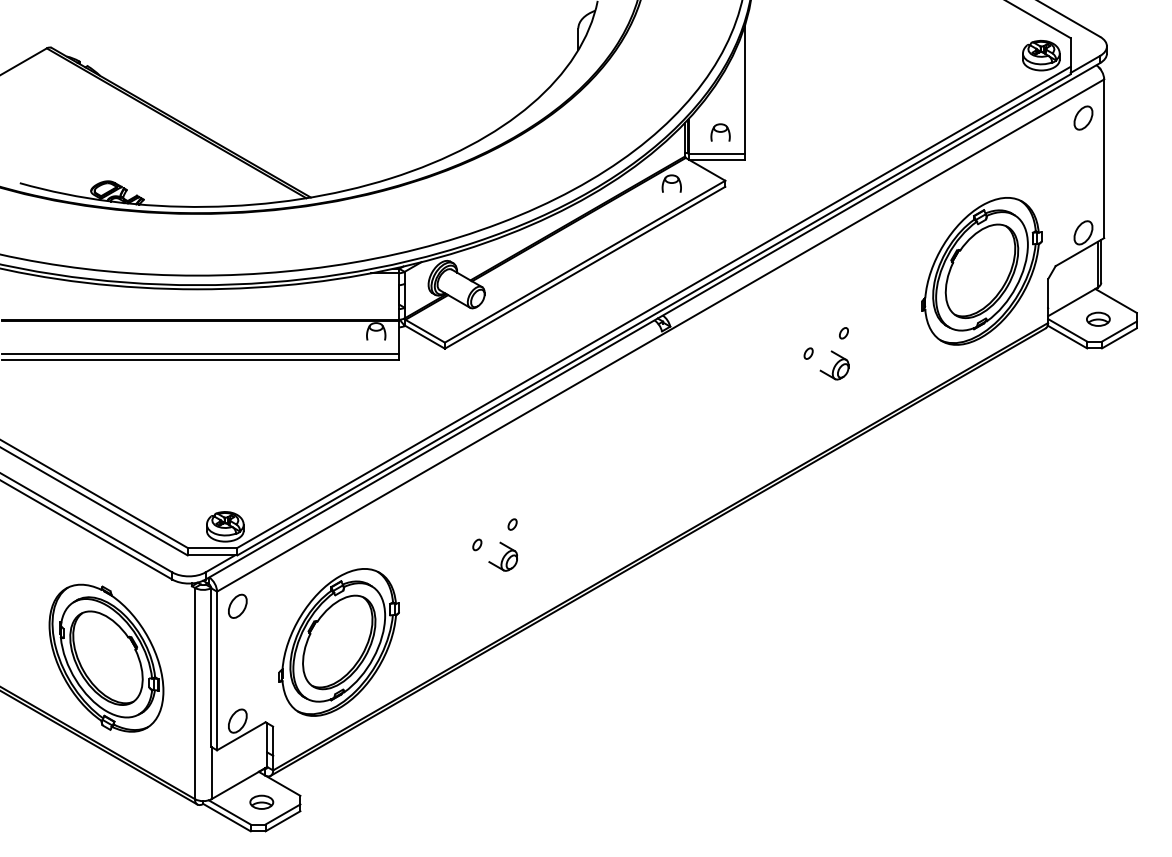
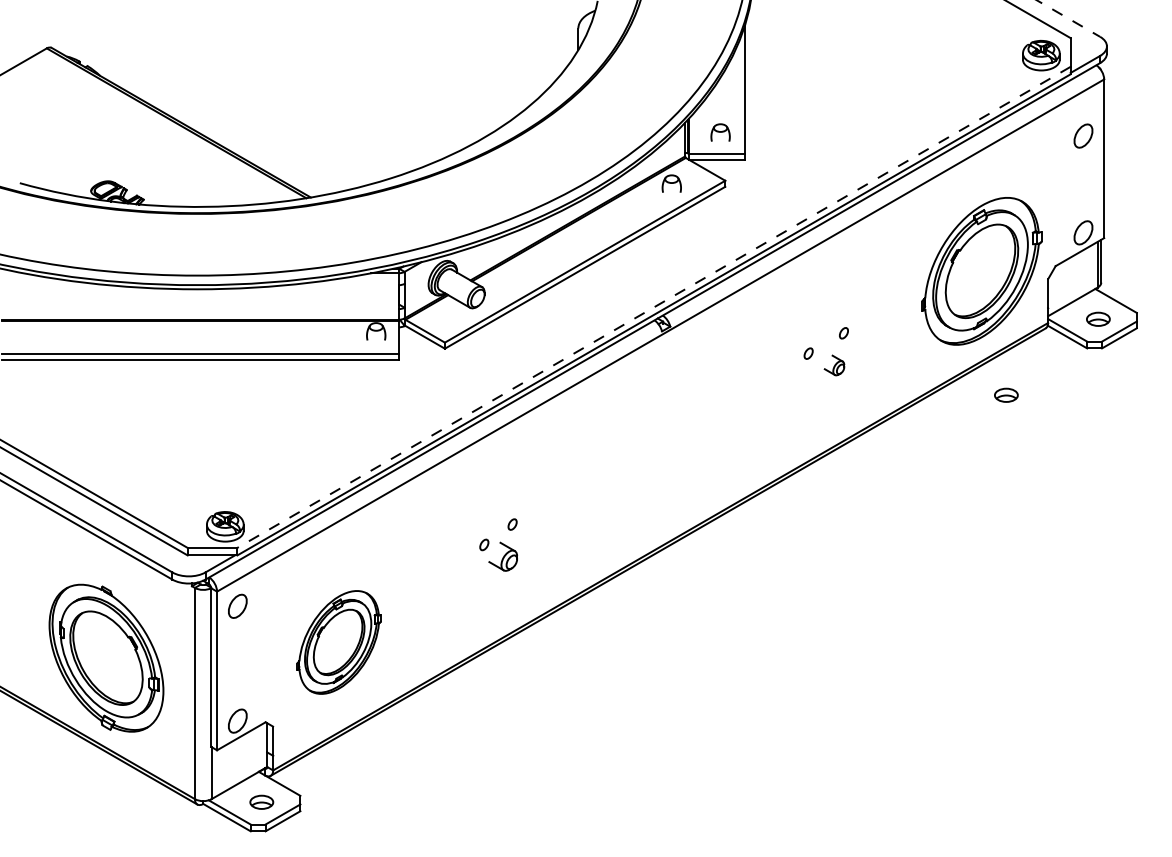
line at (1068, 18): solid -> dashed
part at (1083, 117) position: (1083, 117) -> (1083, 135)
line at (653, 307): solid -> dashed
part at (834, 365) size: 31x31 px -> 23x23 px
part at (1006, 394): none -> present
part at (477, 544) position: (477, 544) -> (484, 544)
part at (338, 642) size: 122x149 px -> 86x105 px
